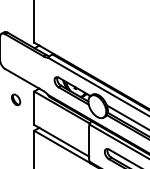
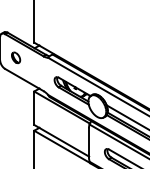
part at (16, 99) position: (16, 99) -> (16, 57)
